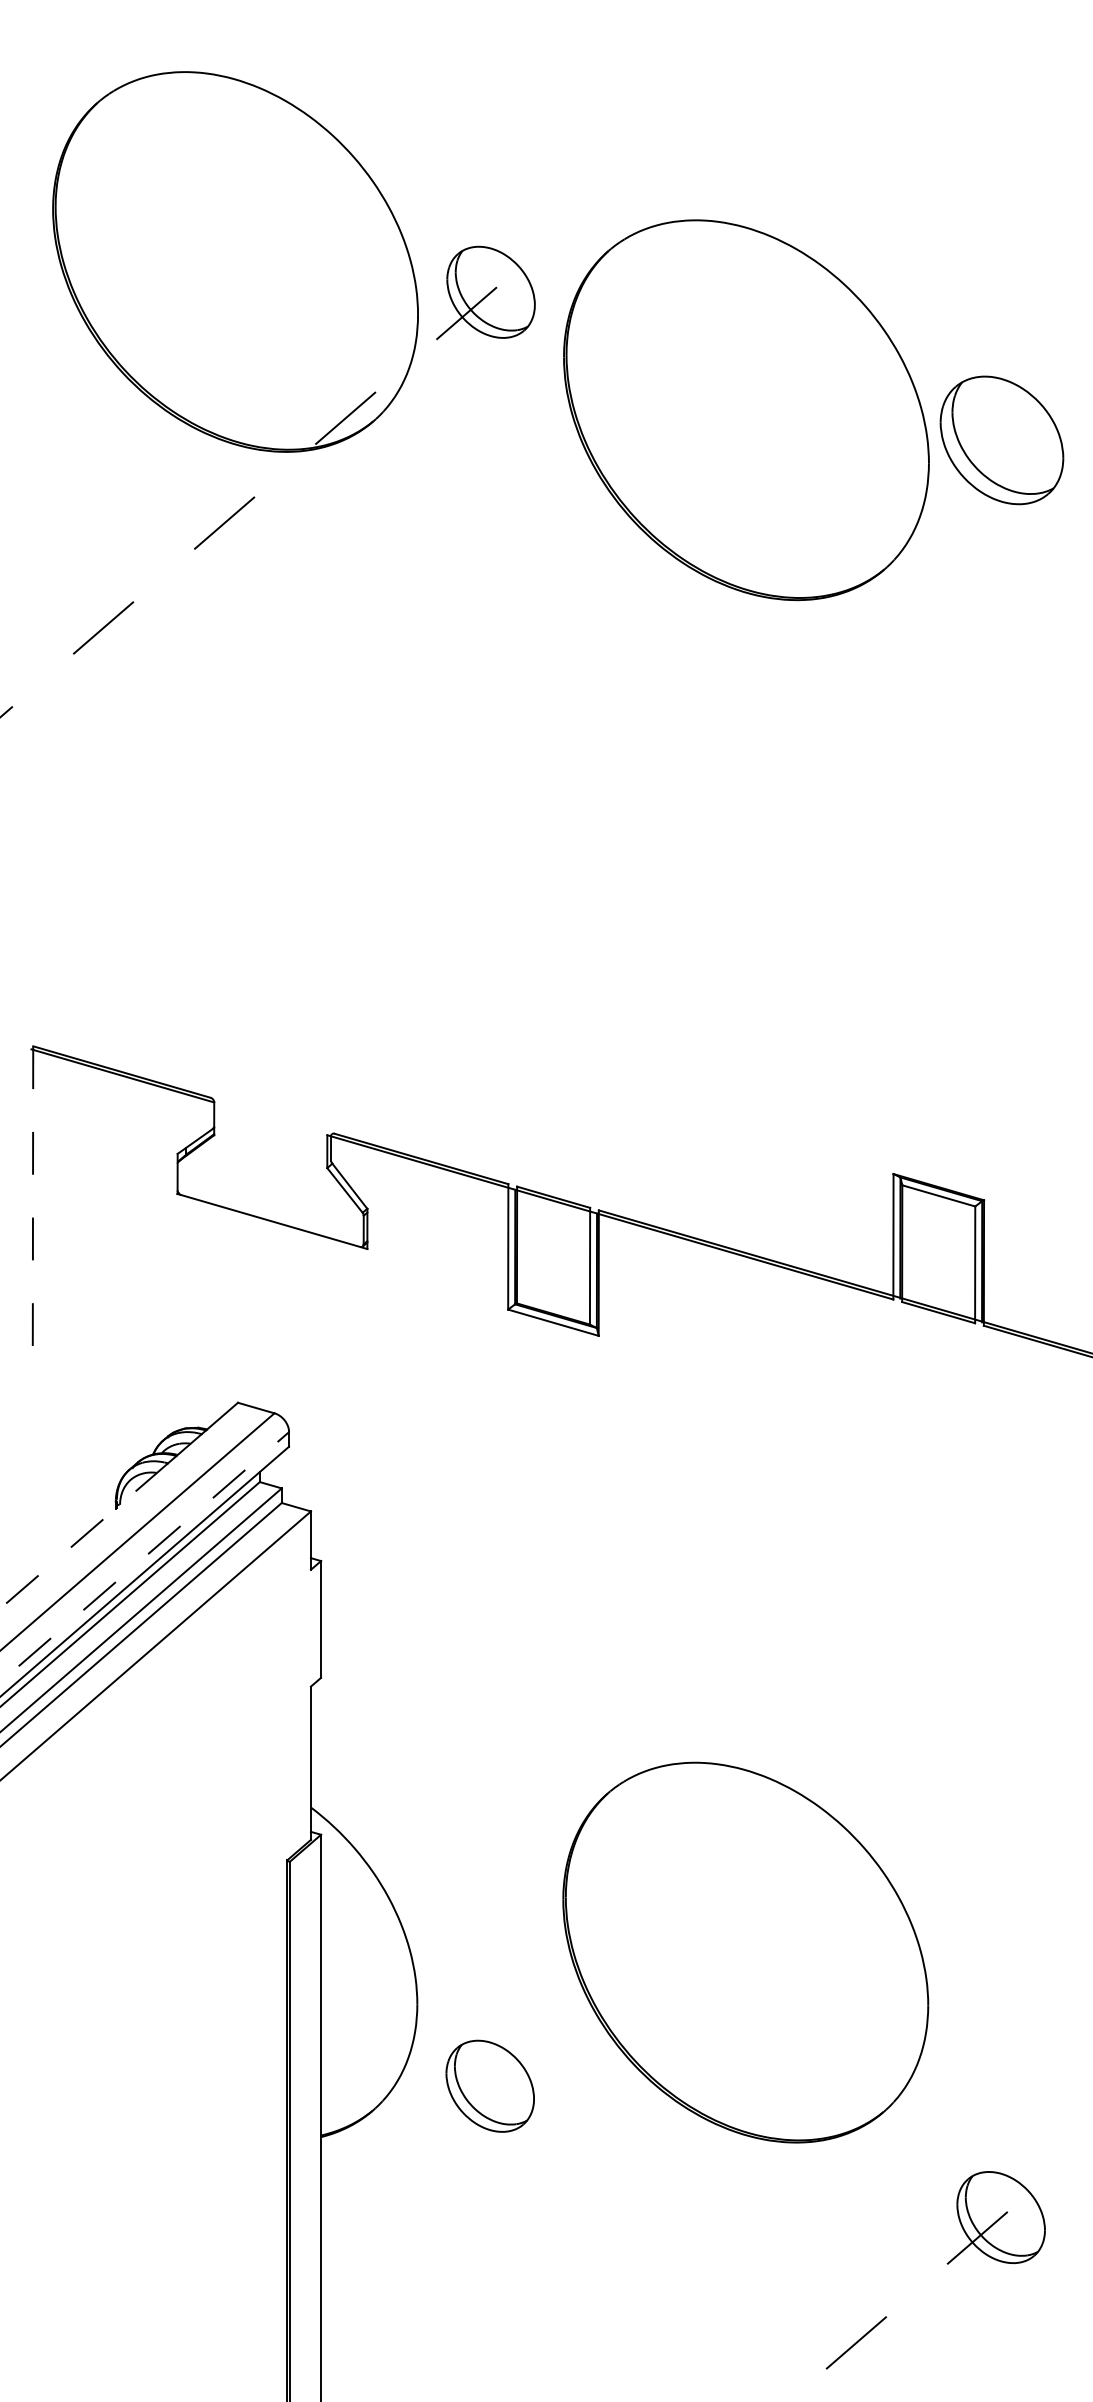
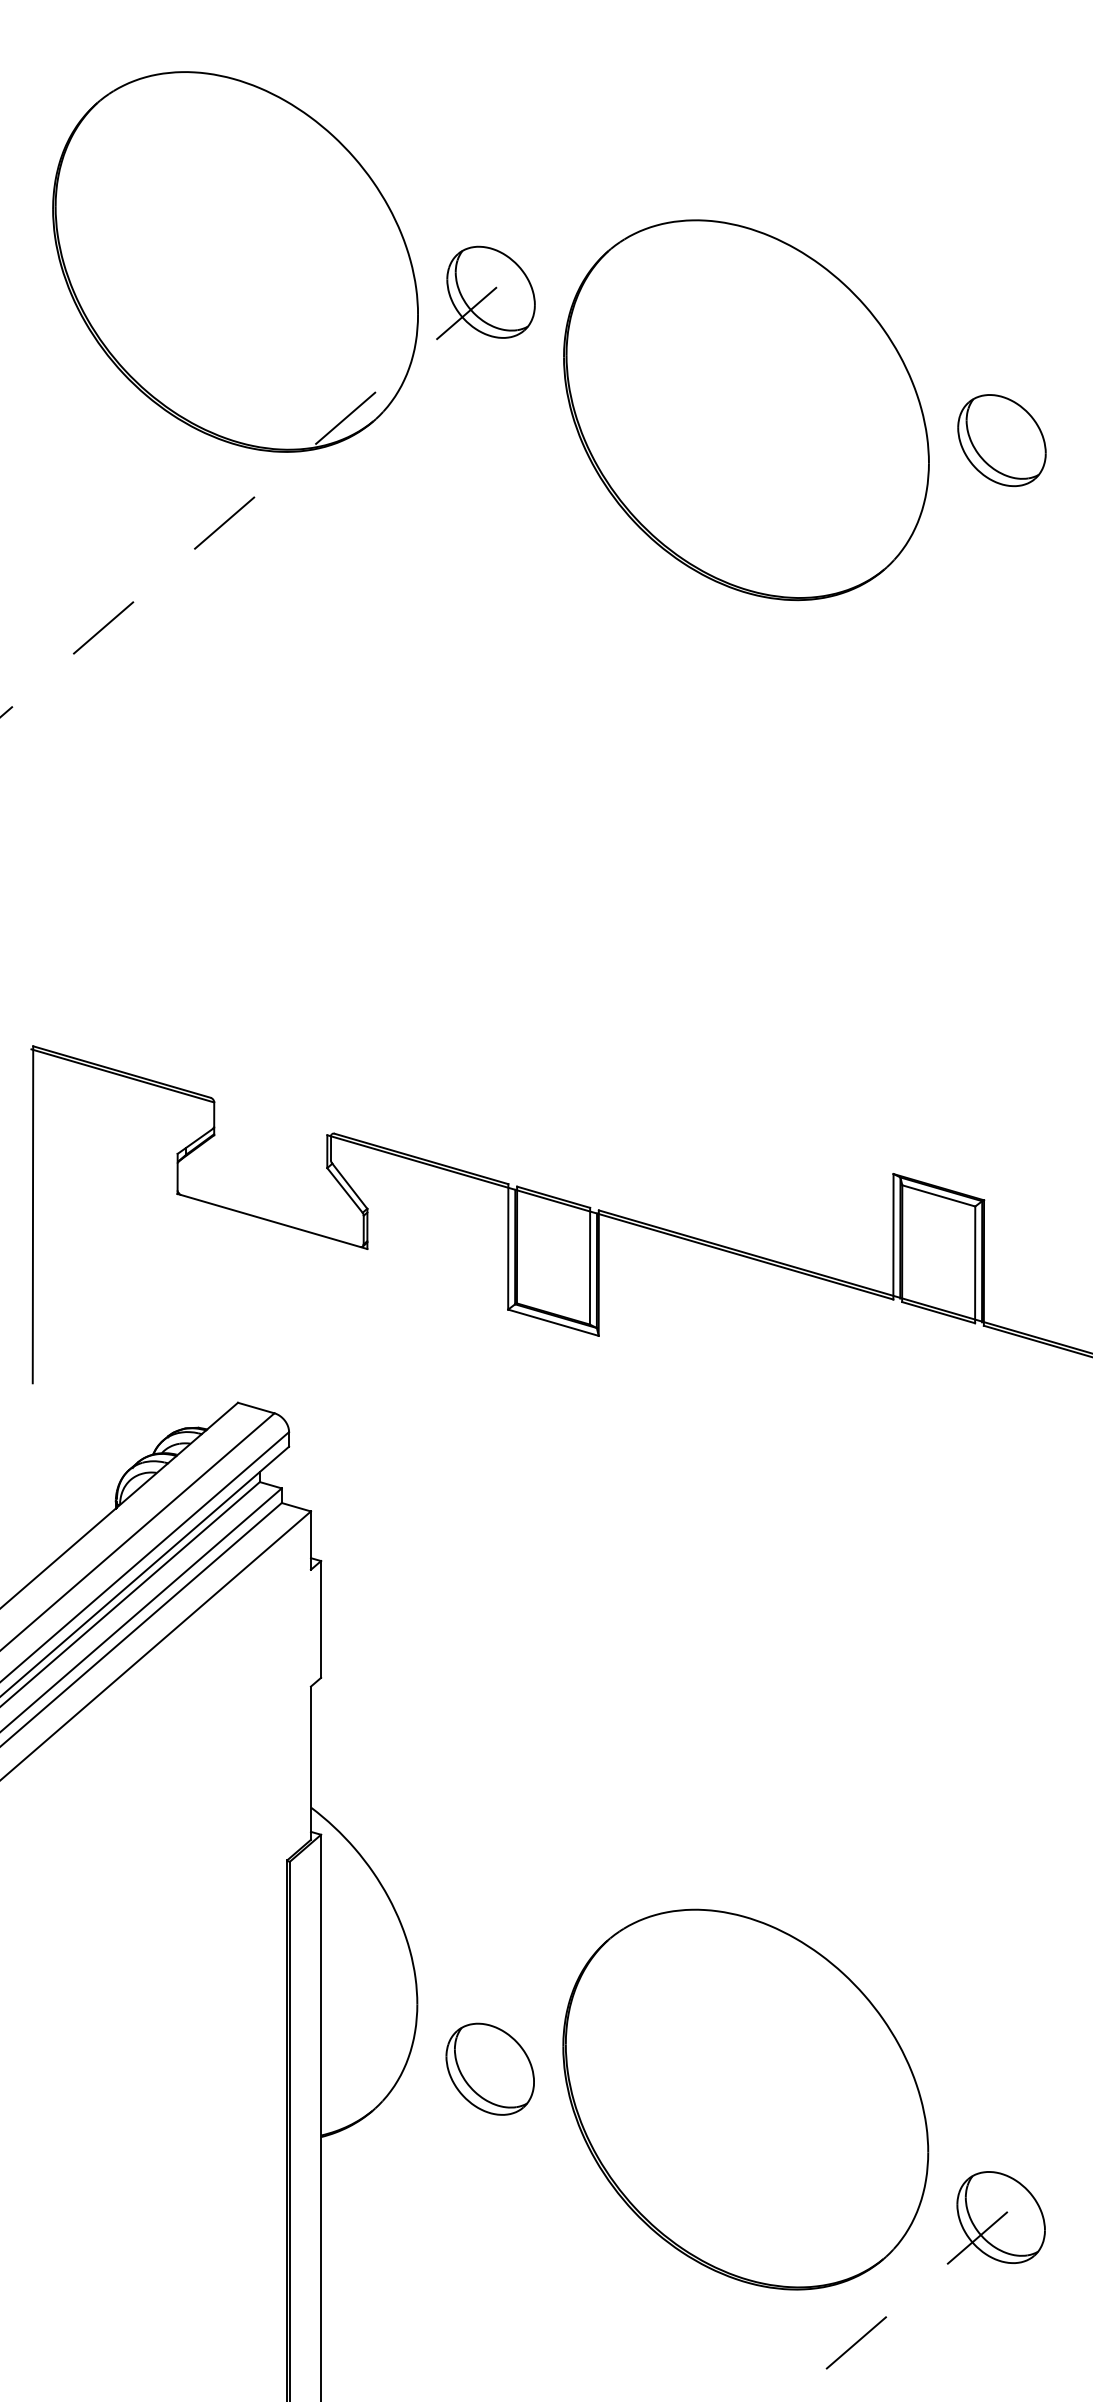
part at (1001, 440) size: 126x131 px -> 90x94 px
line at (32, 1214): dashed -> solid
line at (84, 1536): dashed -> solid
line at (144, 1557): dashed -> solid
part at (745, 1952) position: (745, 1952) -> (745, 2099)
part at (489, 2085) position: (489, 2085) -> (489, 2068)
